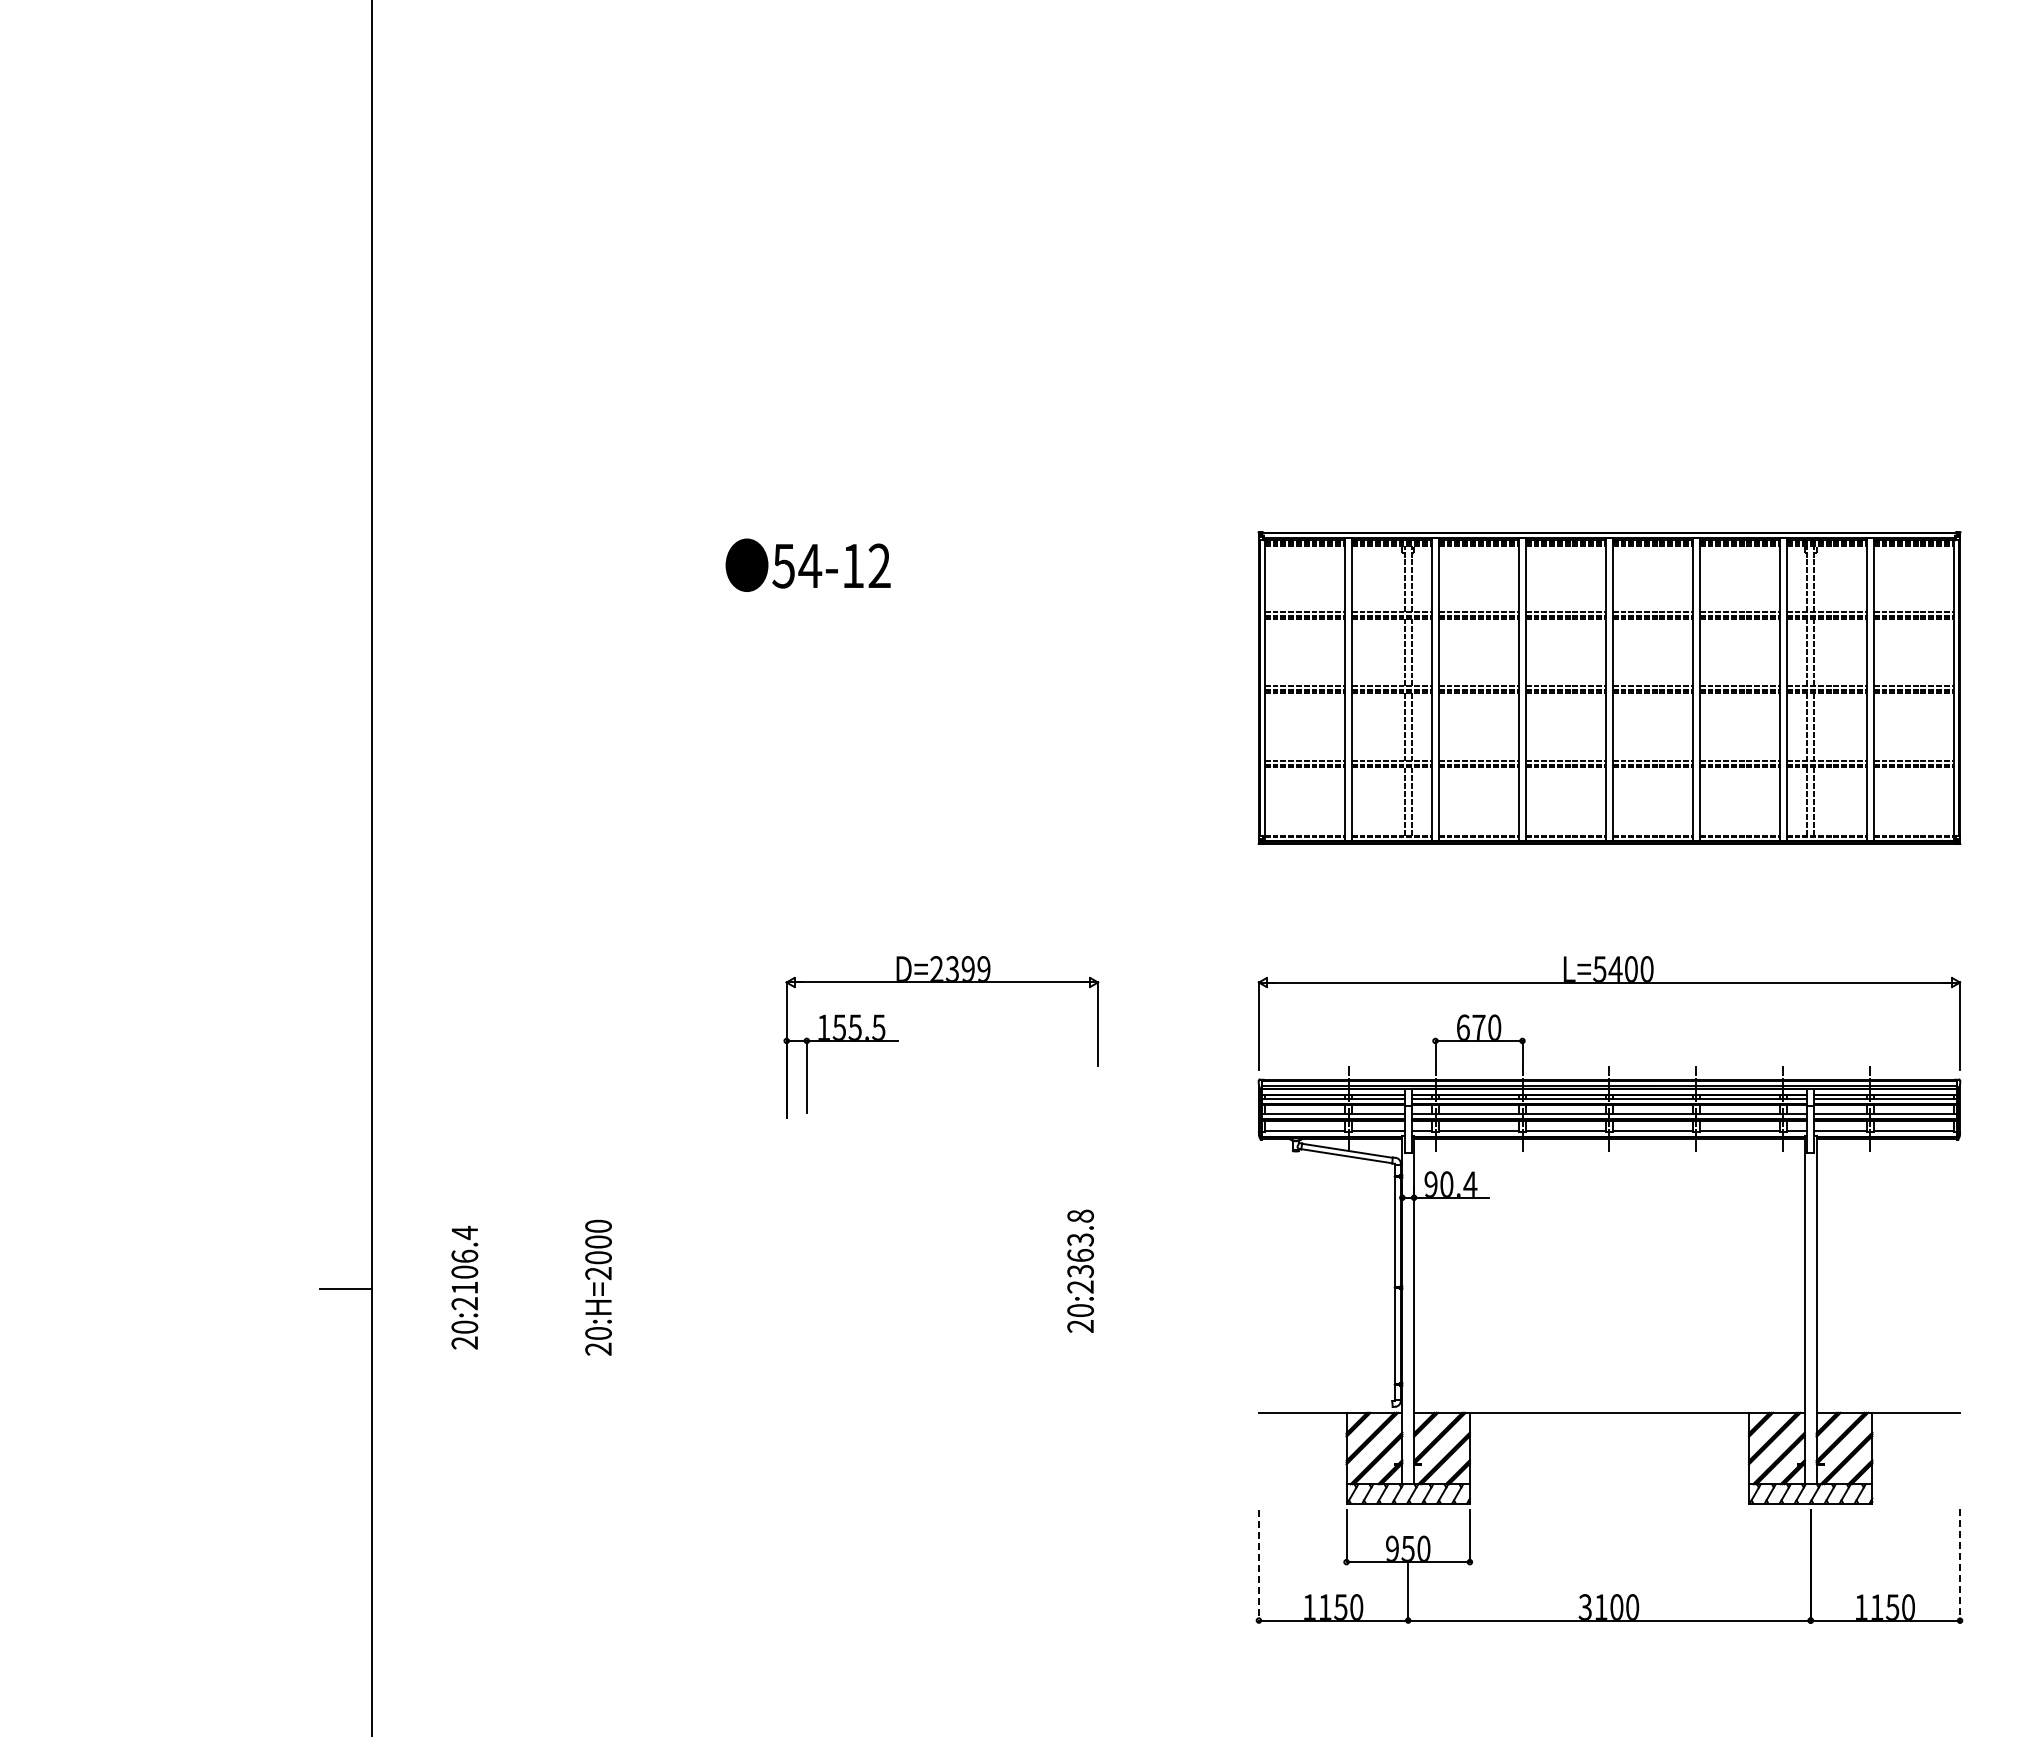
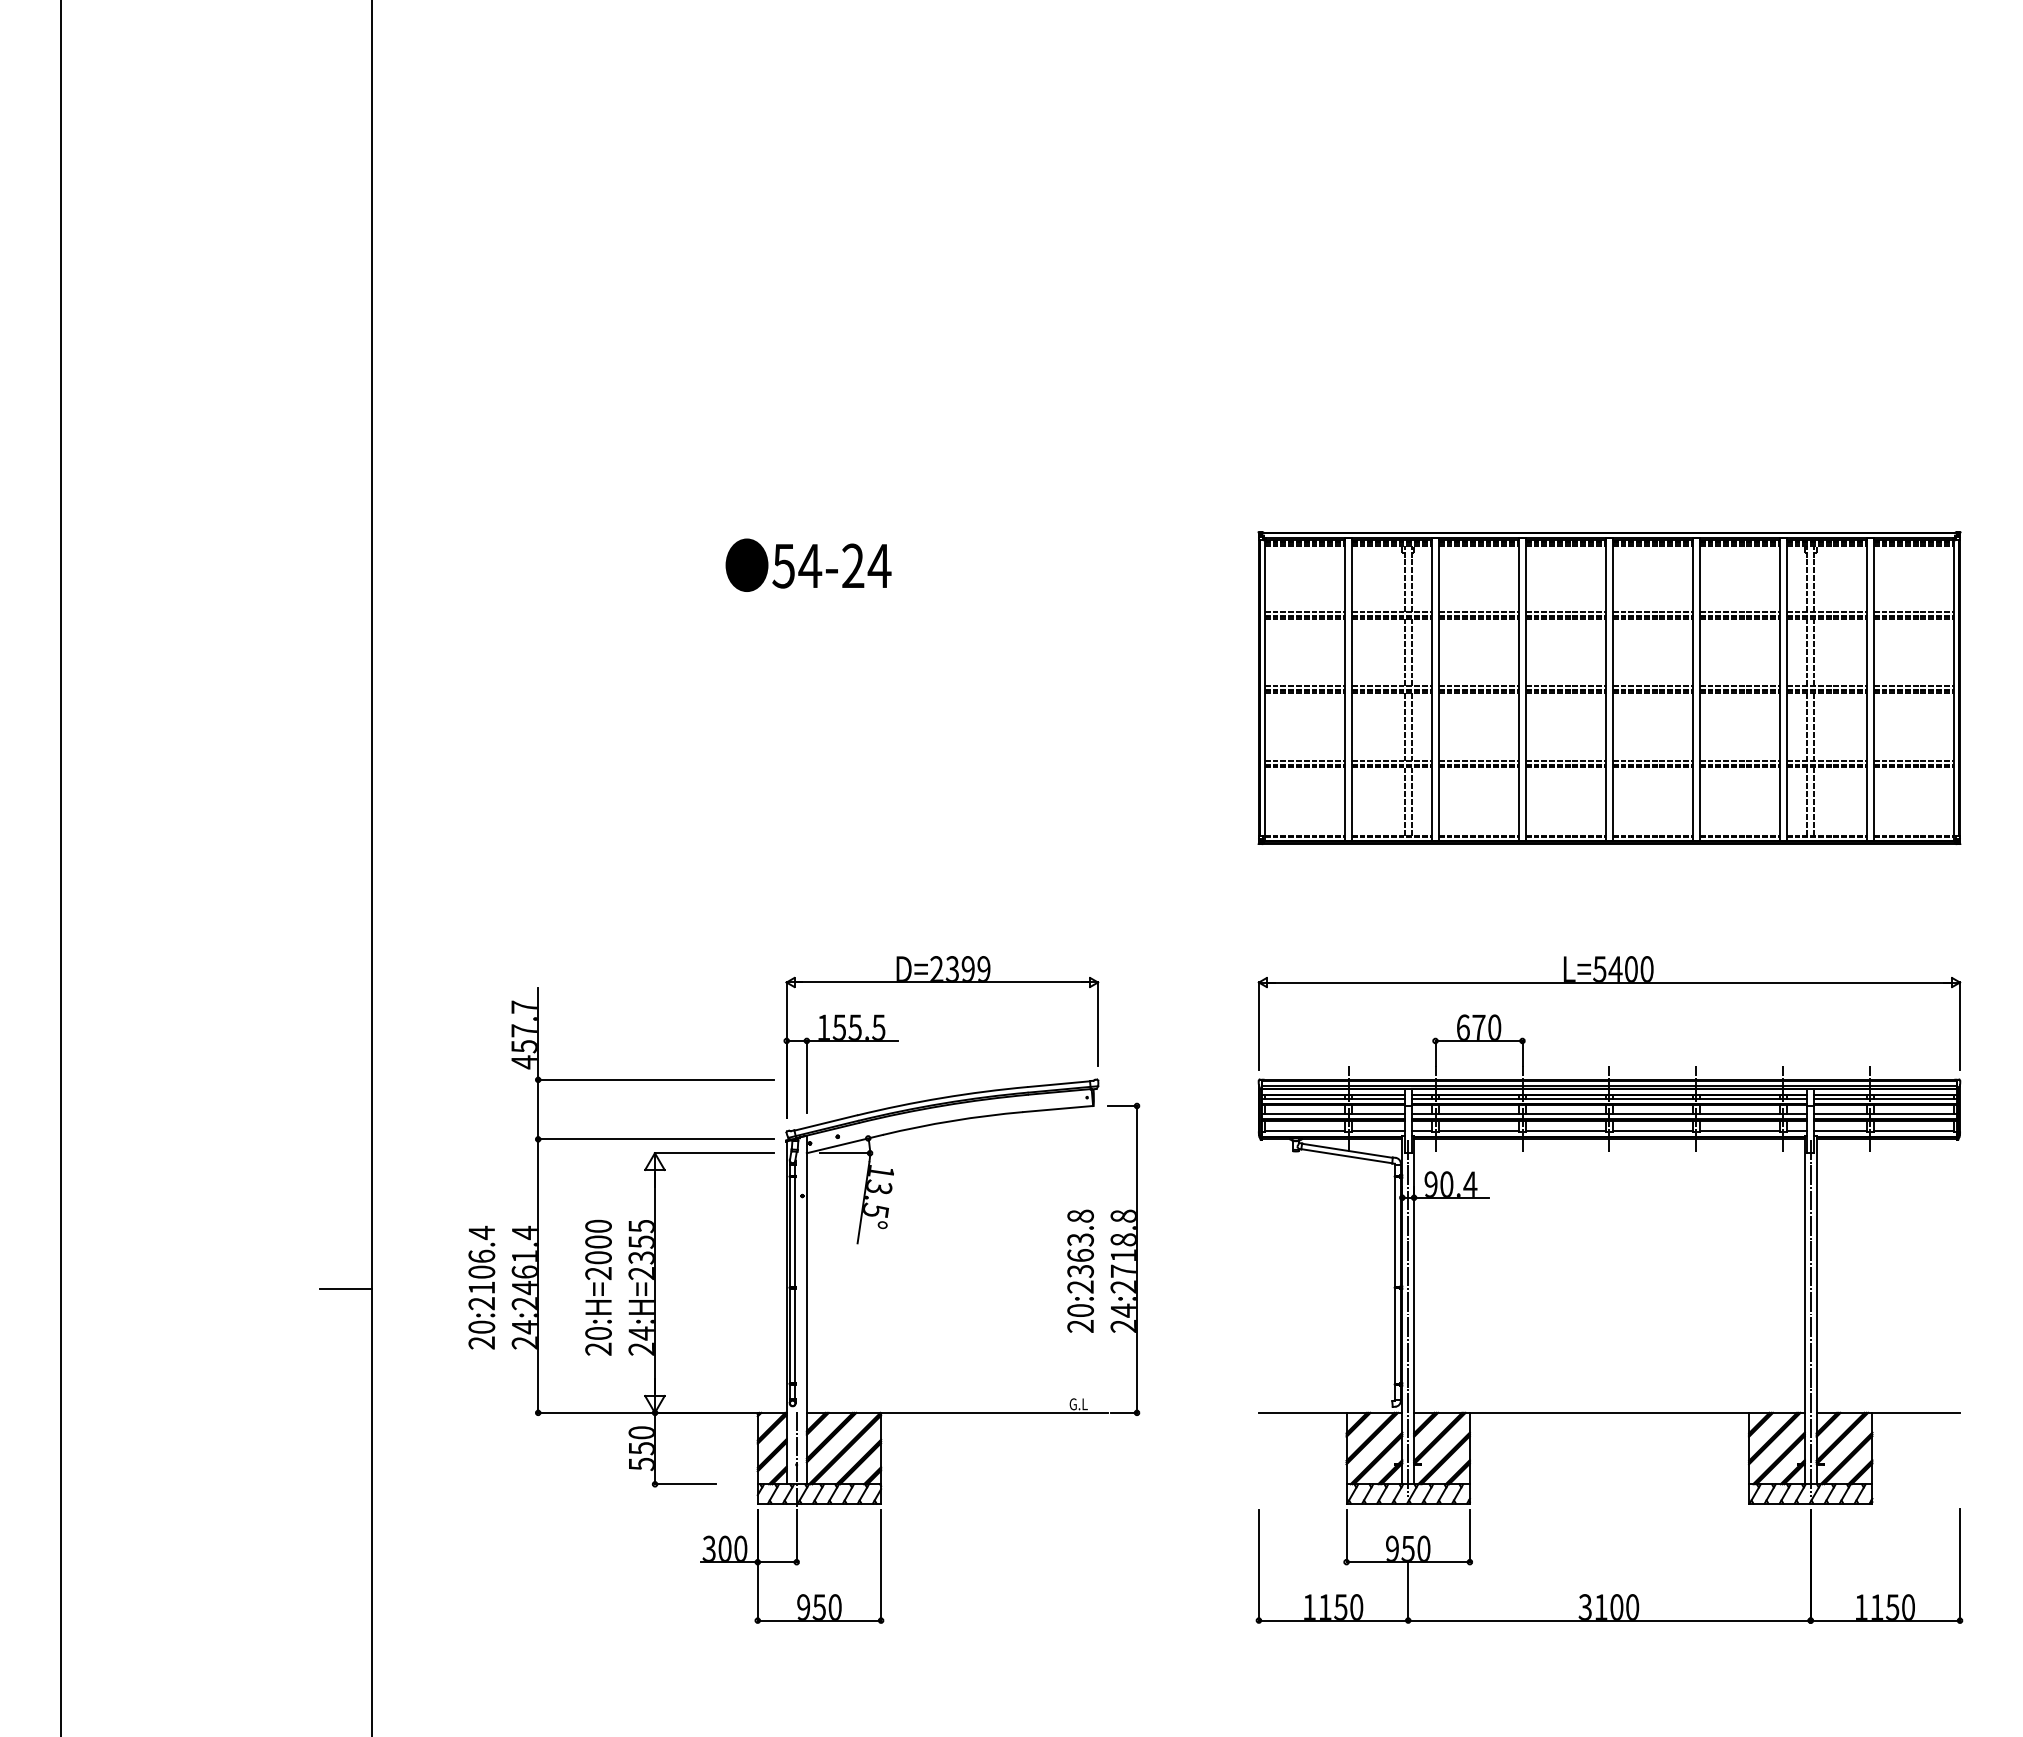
text at (866, 565): 54-12 -> 54-24
line at (60, 867): none -> present
text at (464, 1287) position: (464, 1287) -> (481, 1287)
part at (807, 1305): none -> present
line at (1408, 1318): none -> present
line at (1810, 1318): none -> present
line at (1258, 1565): dashed -> solid
line at (1960, 1565): dashed -> solid
